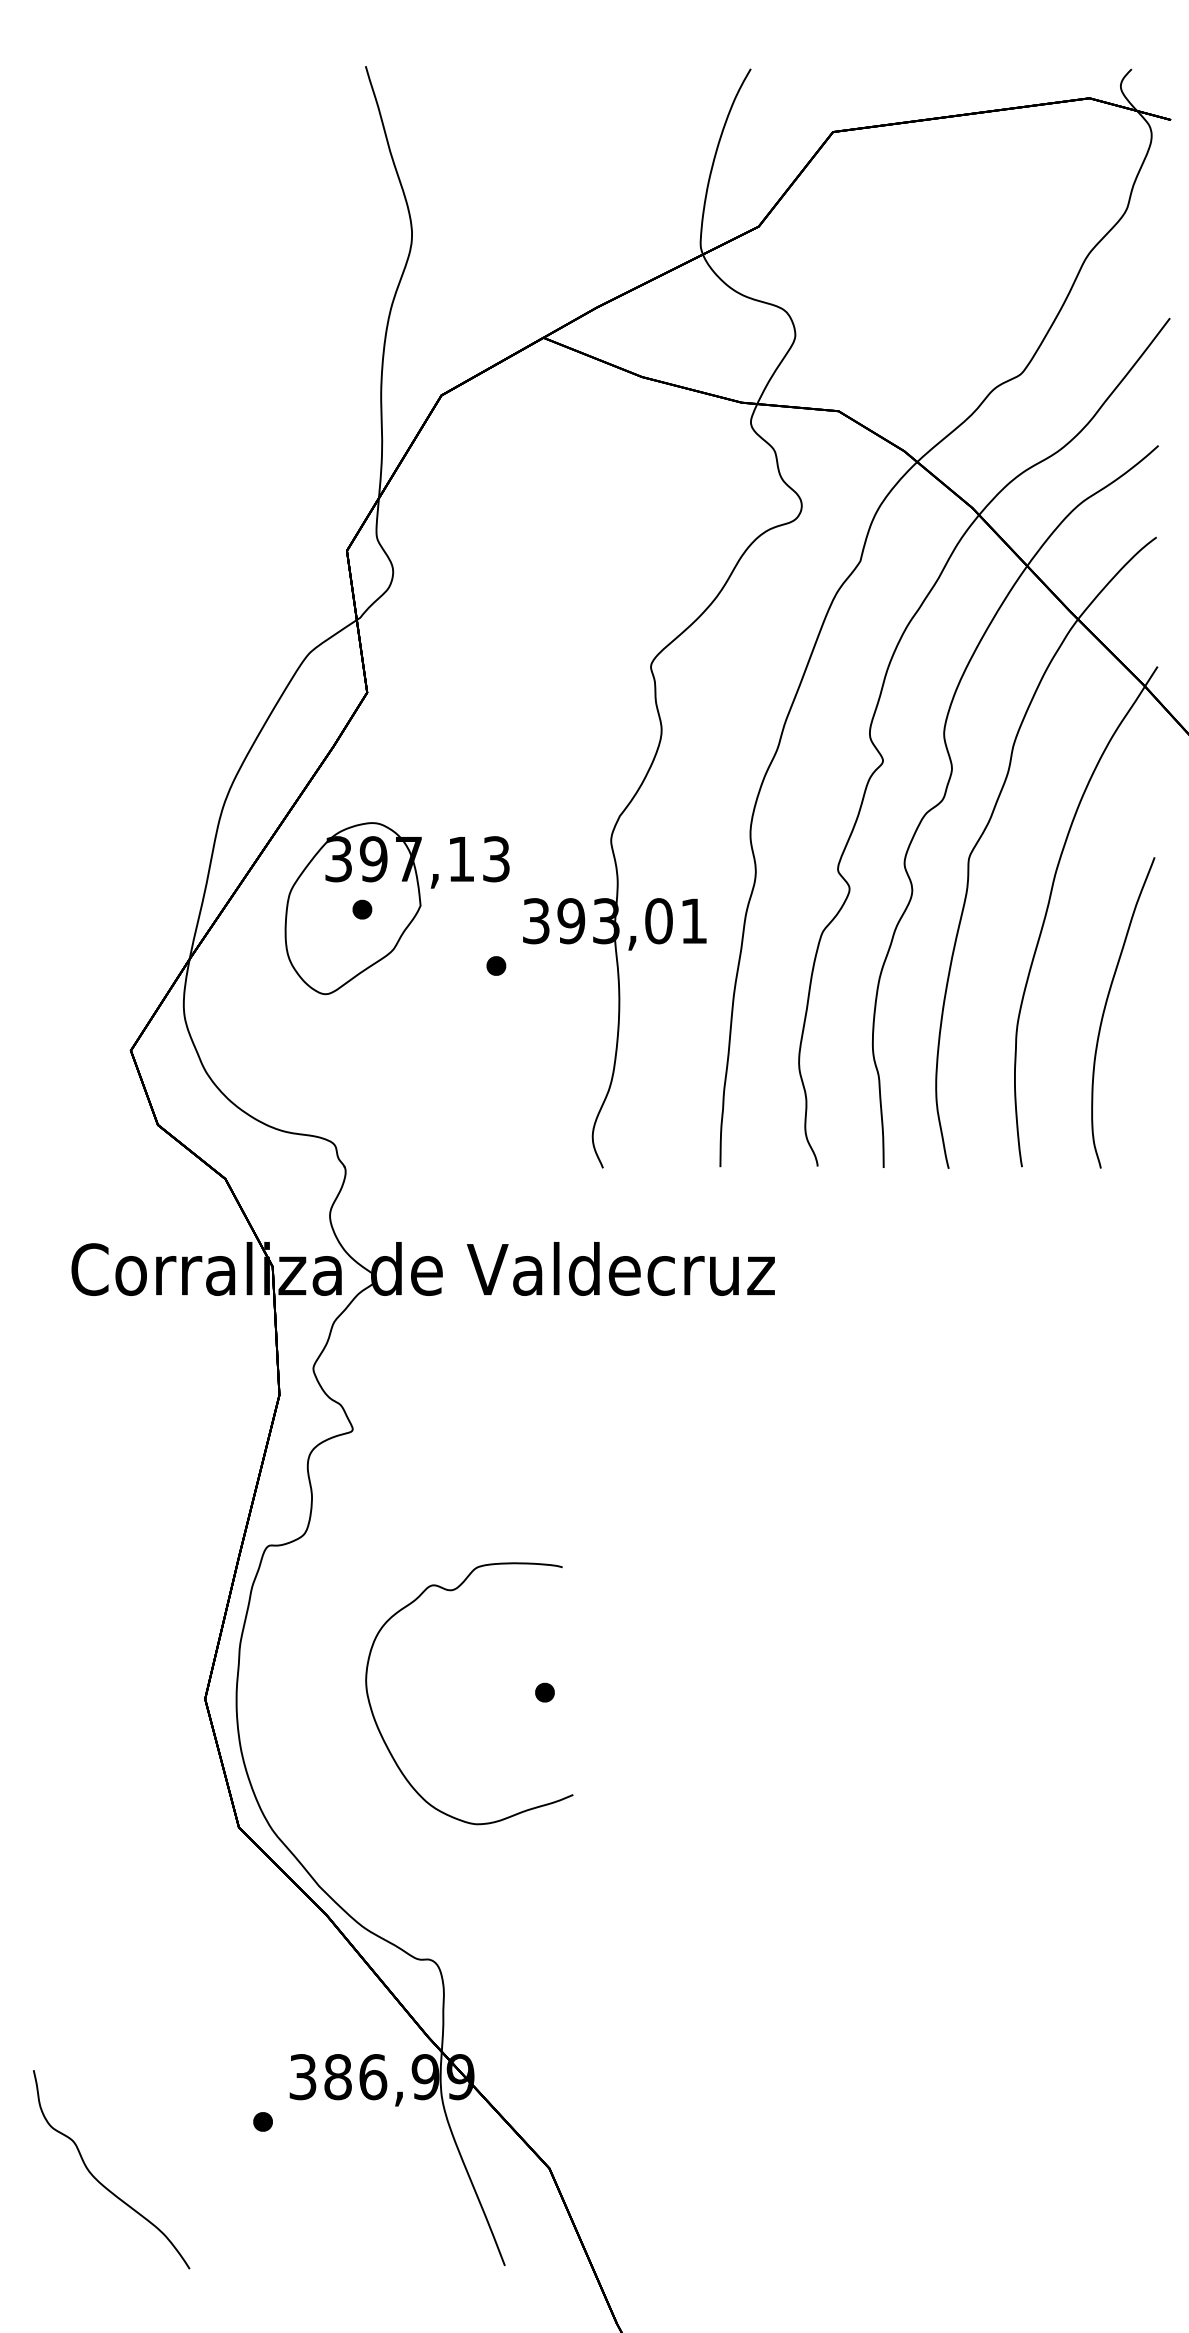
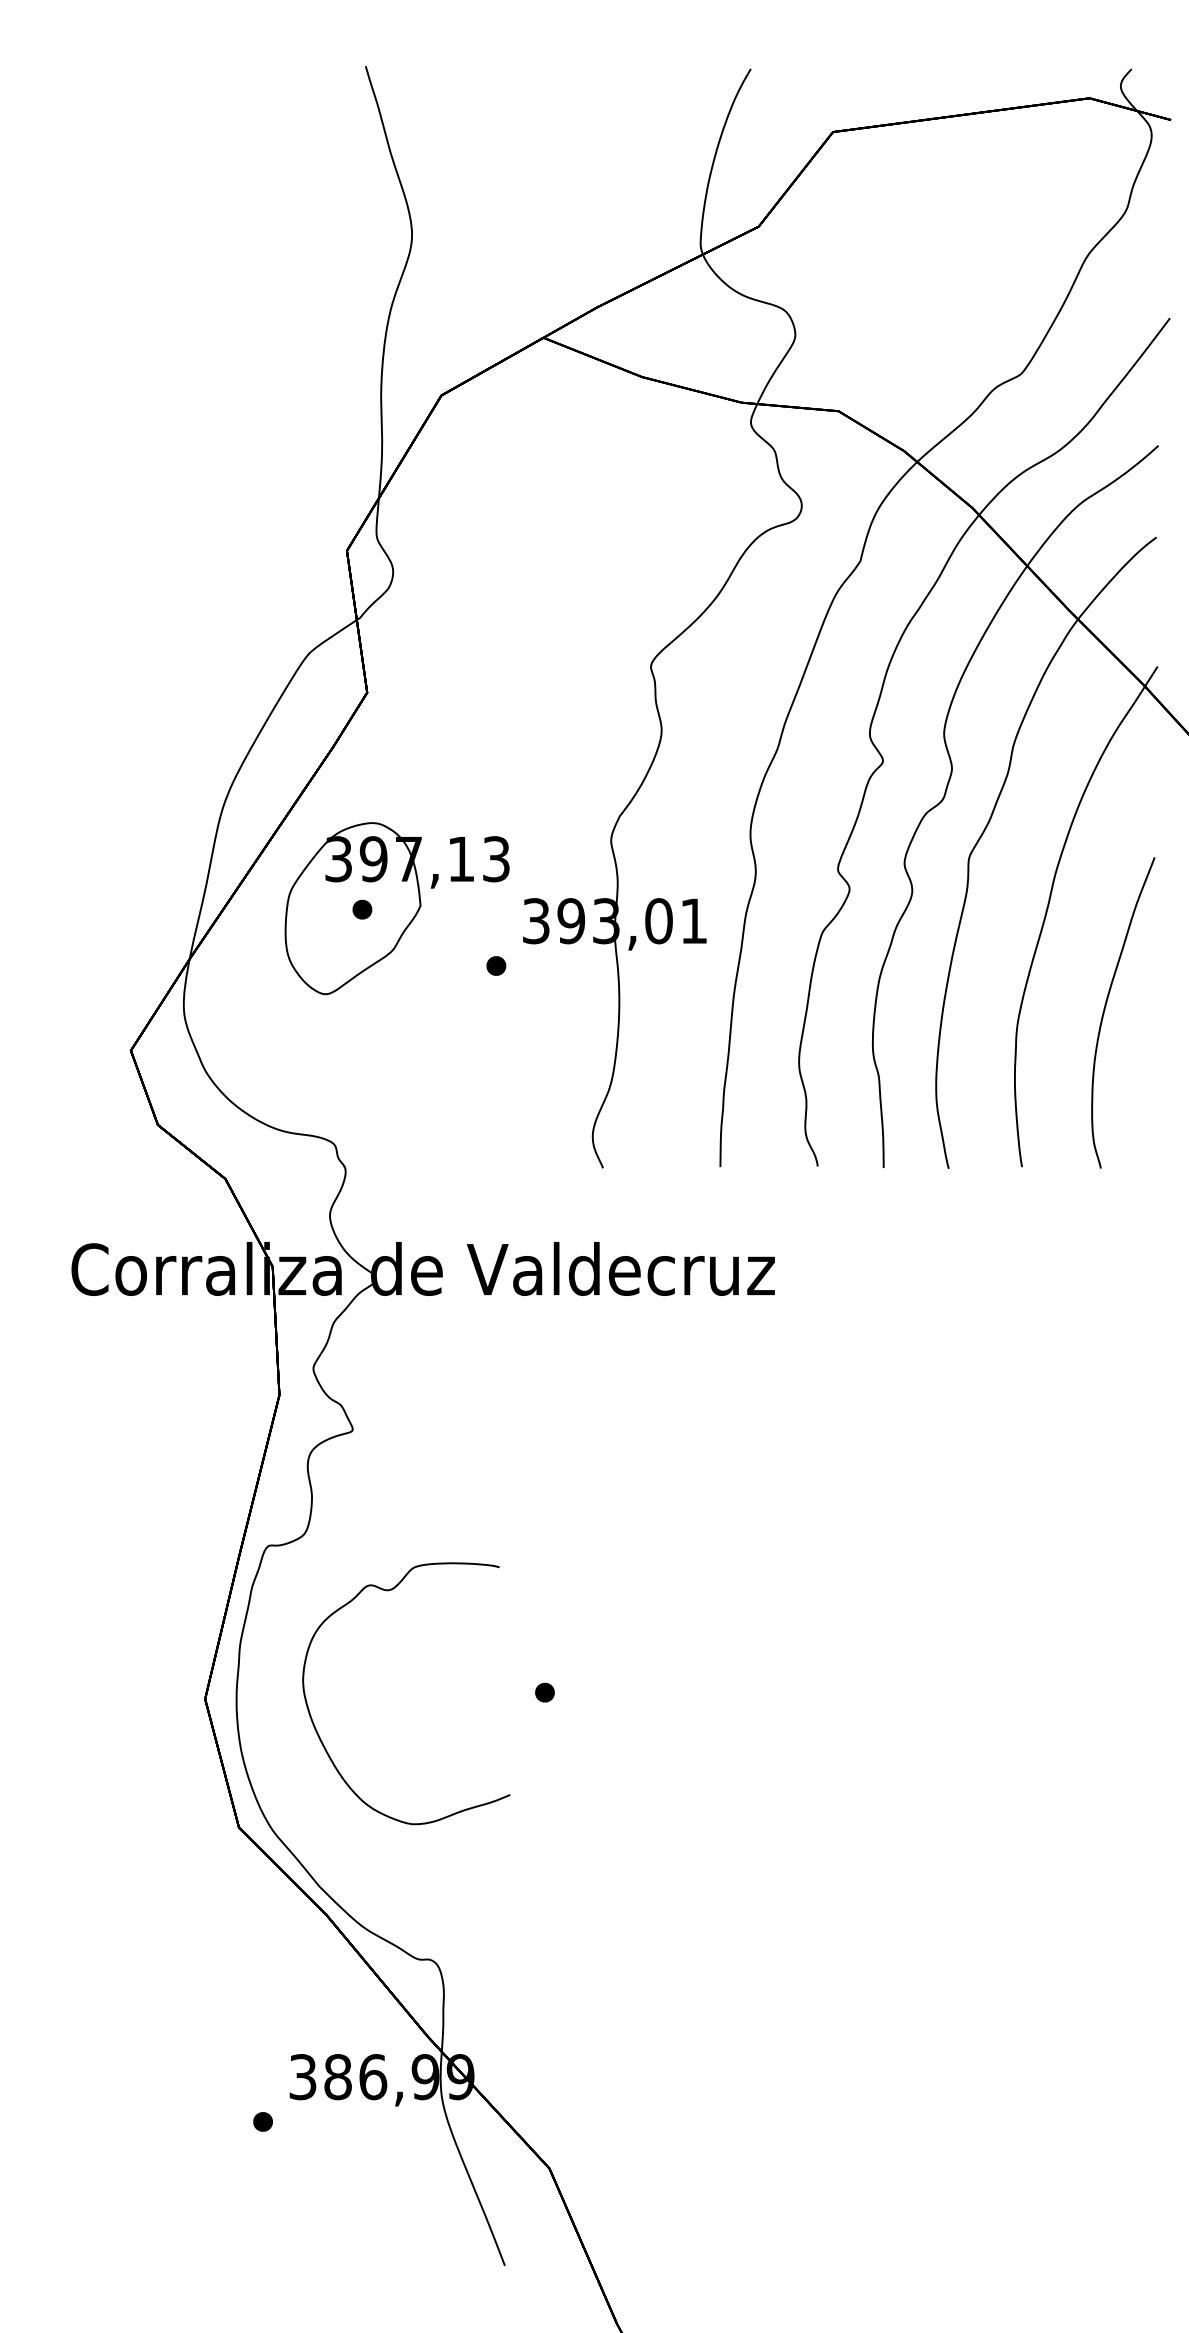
curve at (380, 1730) position: (380, 1730) -> (317, 1730)
curve at (101, 2182): present -> none
